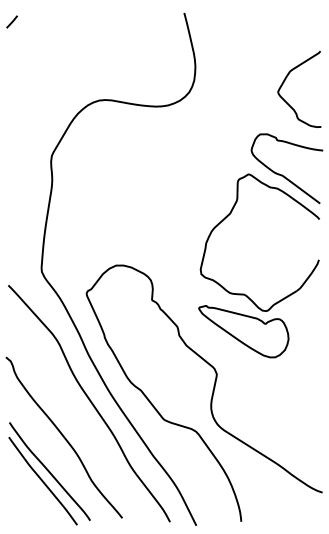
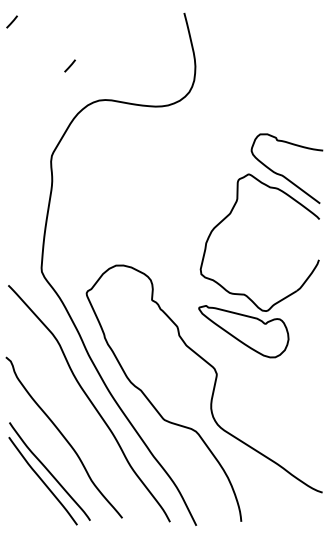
line at (69, 65): none -> present
curve at (286, 79): present -> none
